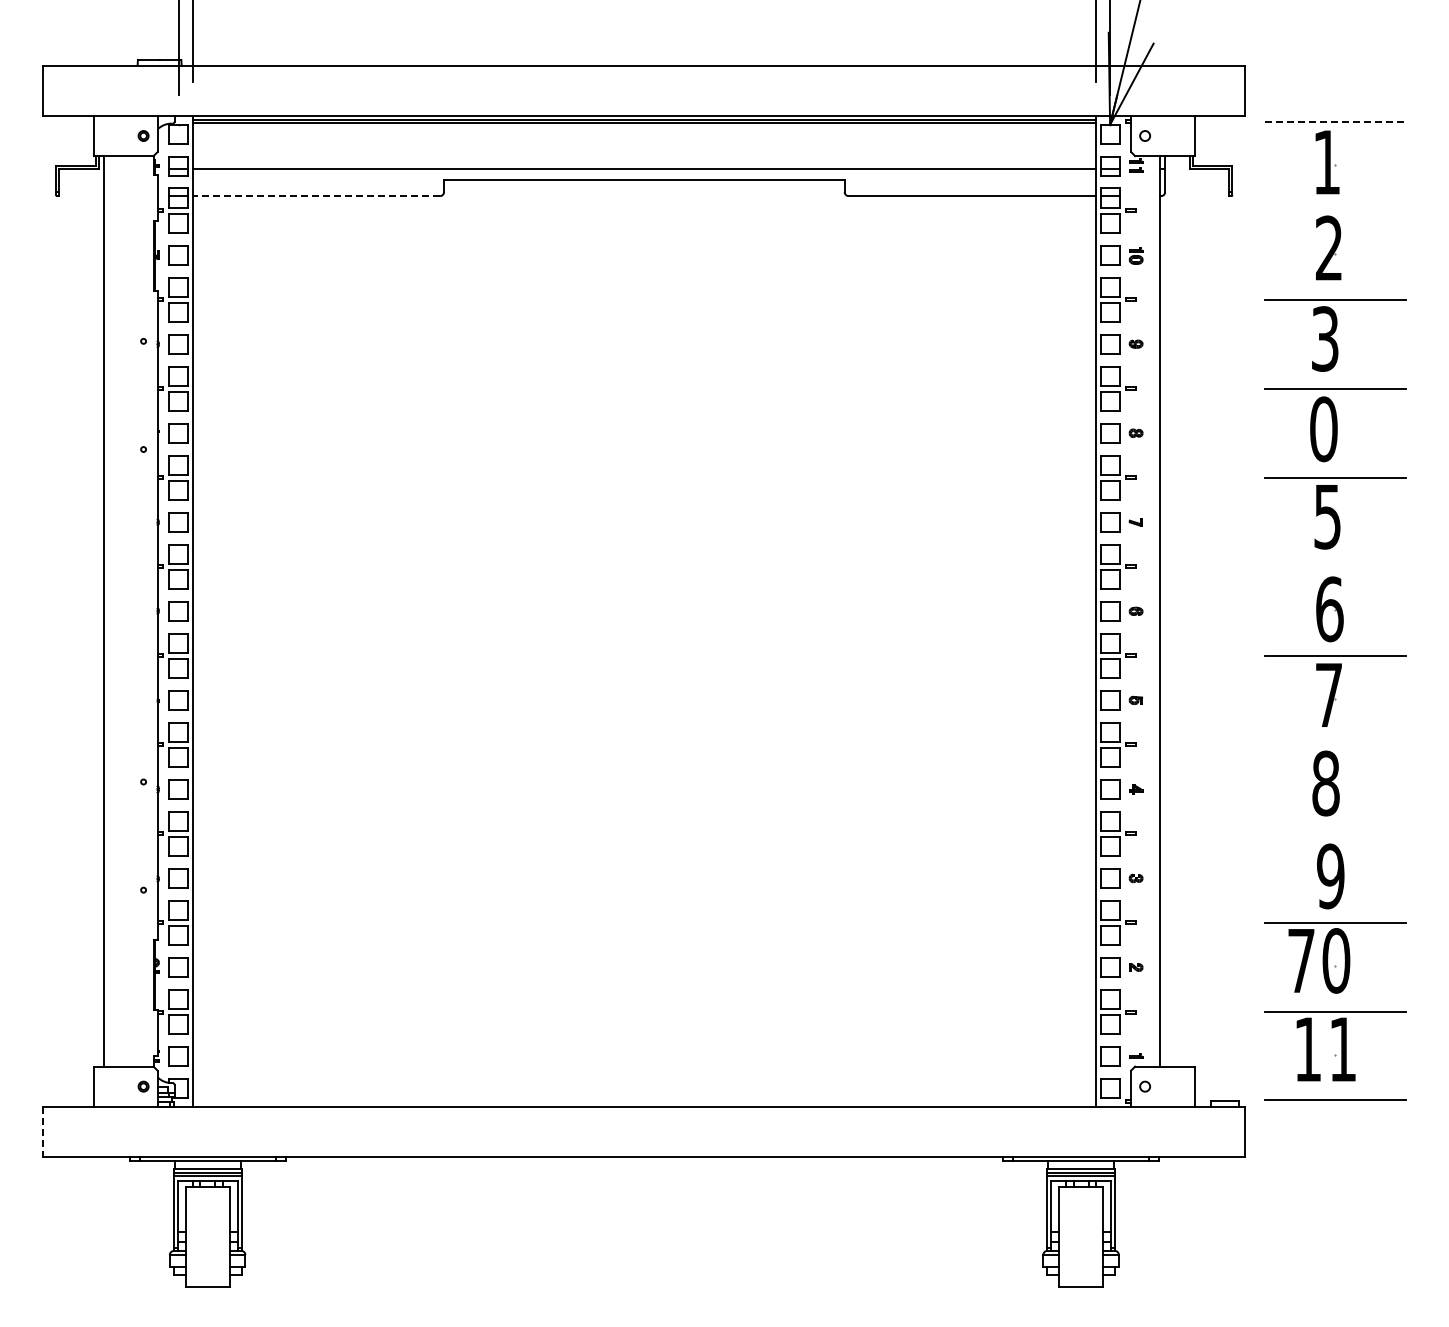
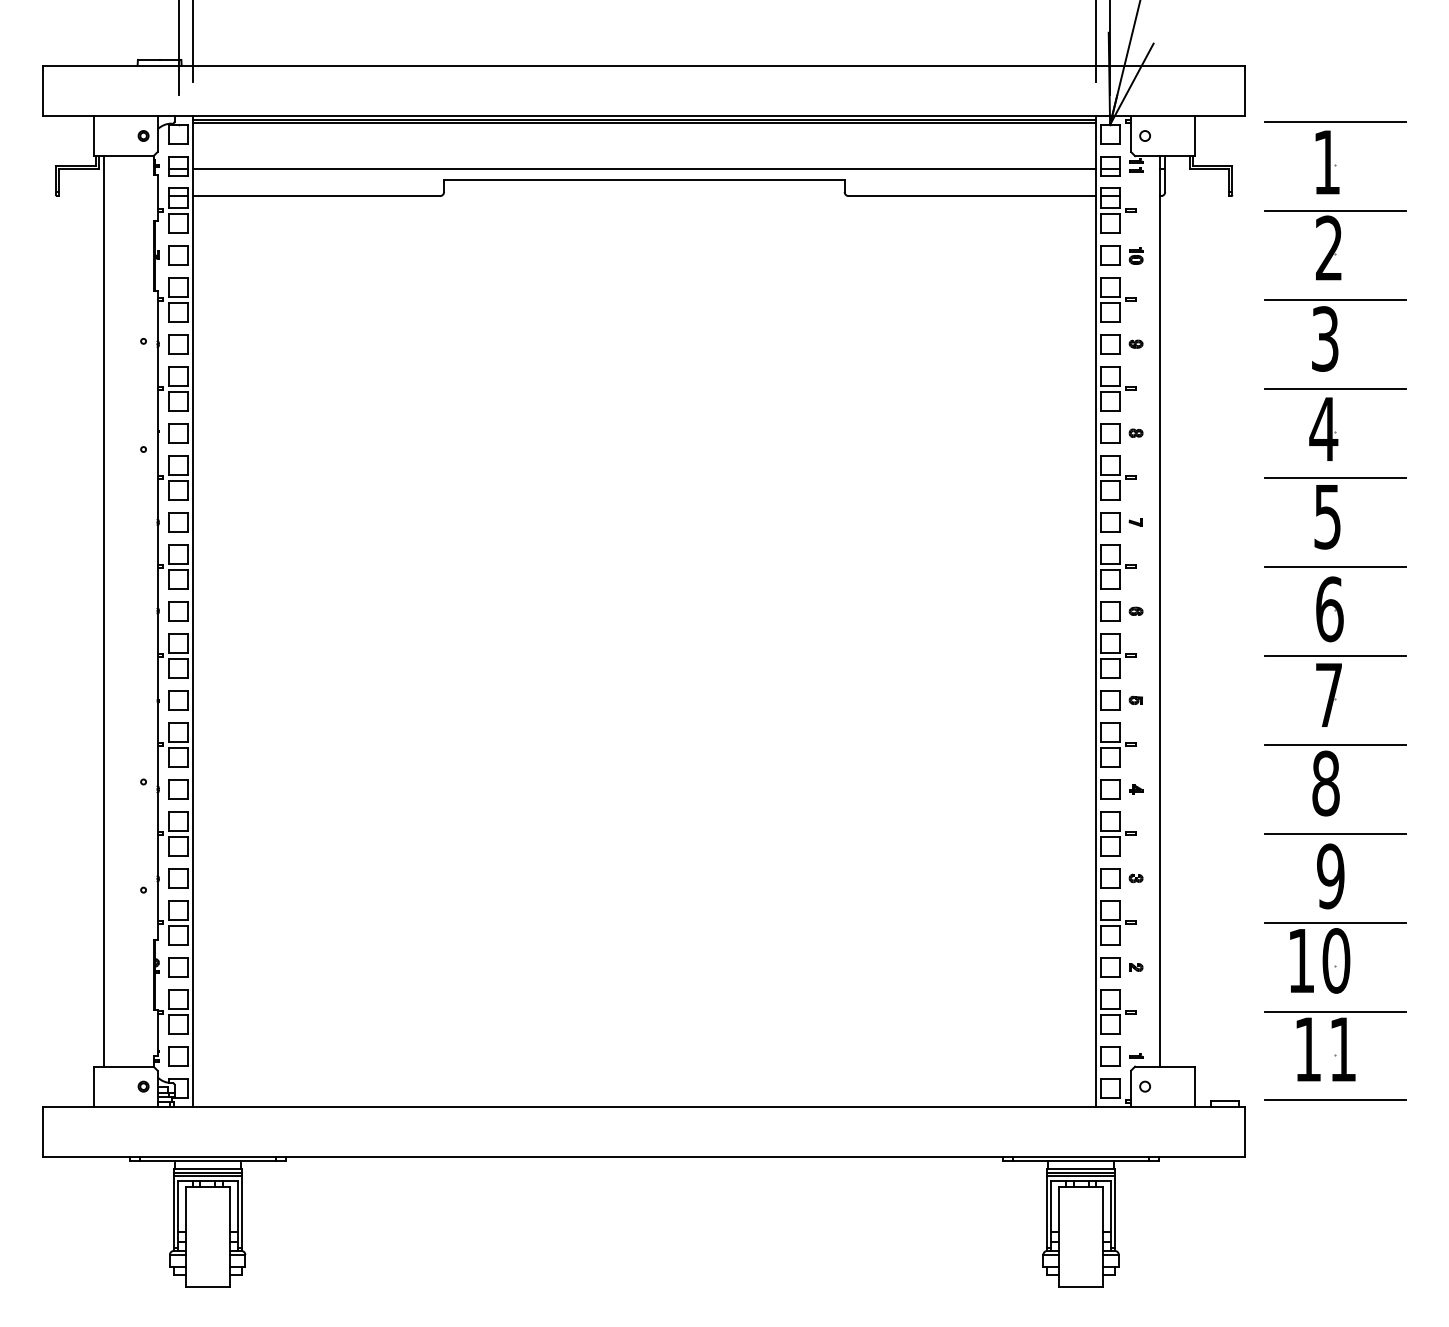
line at (1335, 121): dashed -> solid
line at (316, 196): dashed -> solid
line at (1335, 210): none -> present
text at (1323, 429): 0 -> 4
line at (1335, 566): none -> present
line at (1335, 744): none -> present
line at (1335, 833): none -> present
text at (1301, 960): 70 -> 10
line at (43, 1132): dashed -> solid
